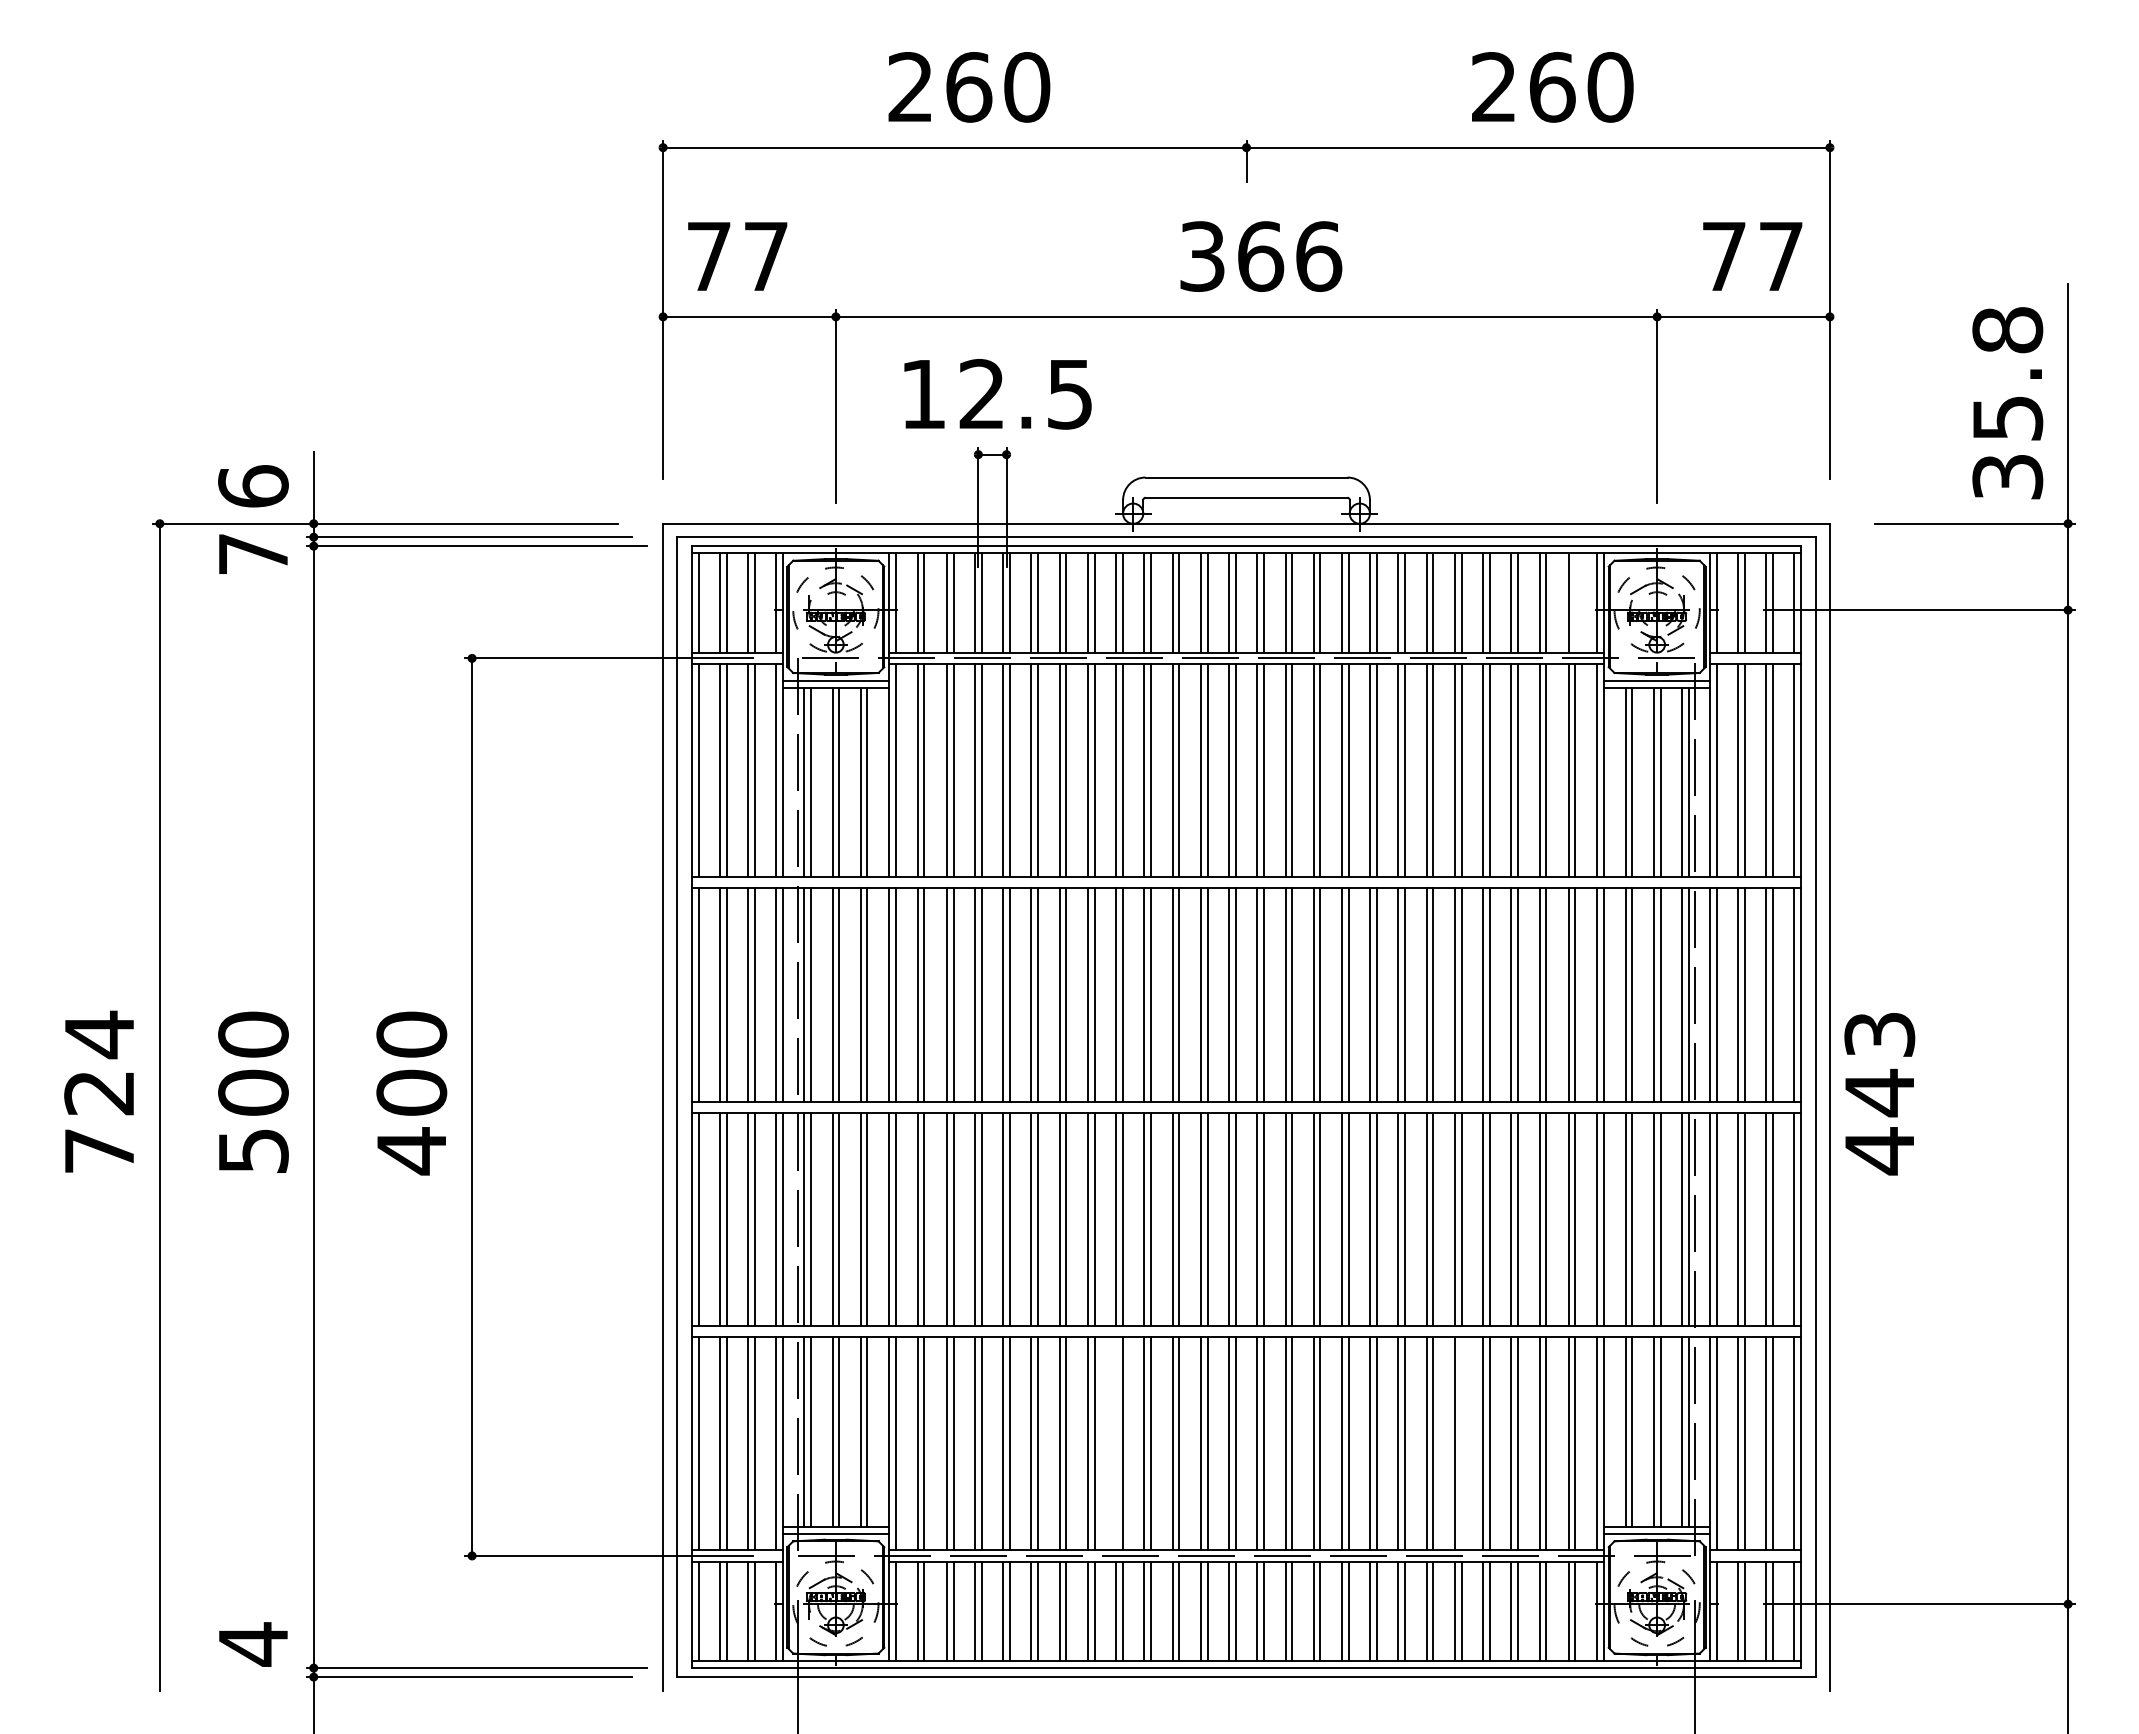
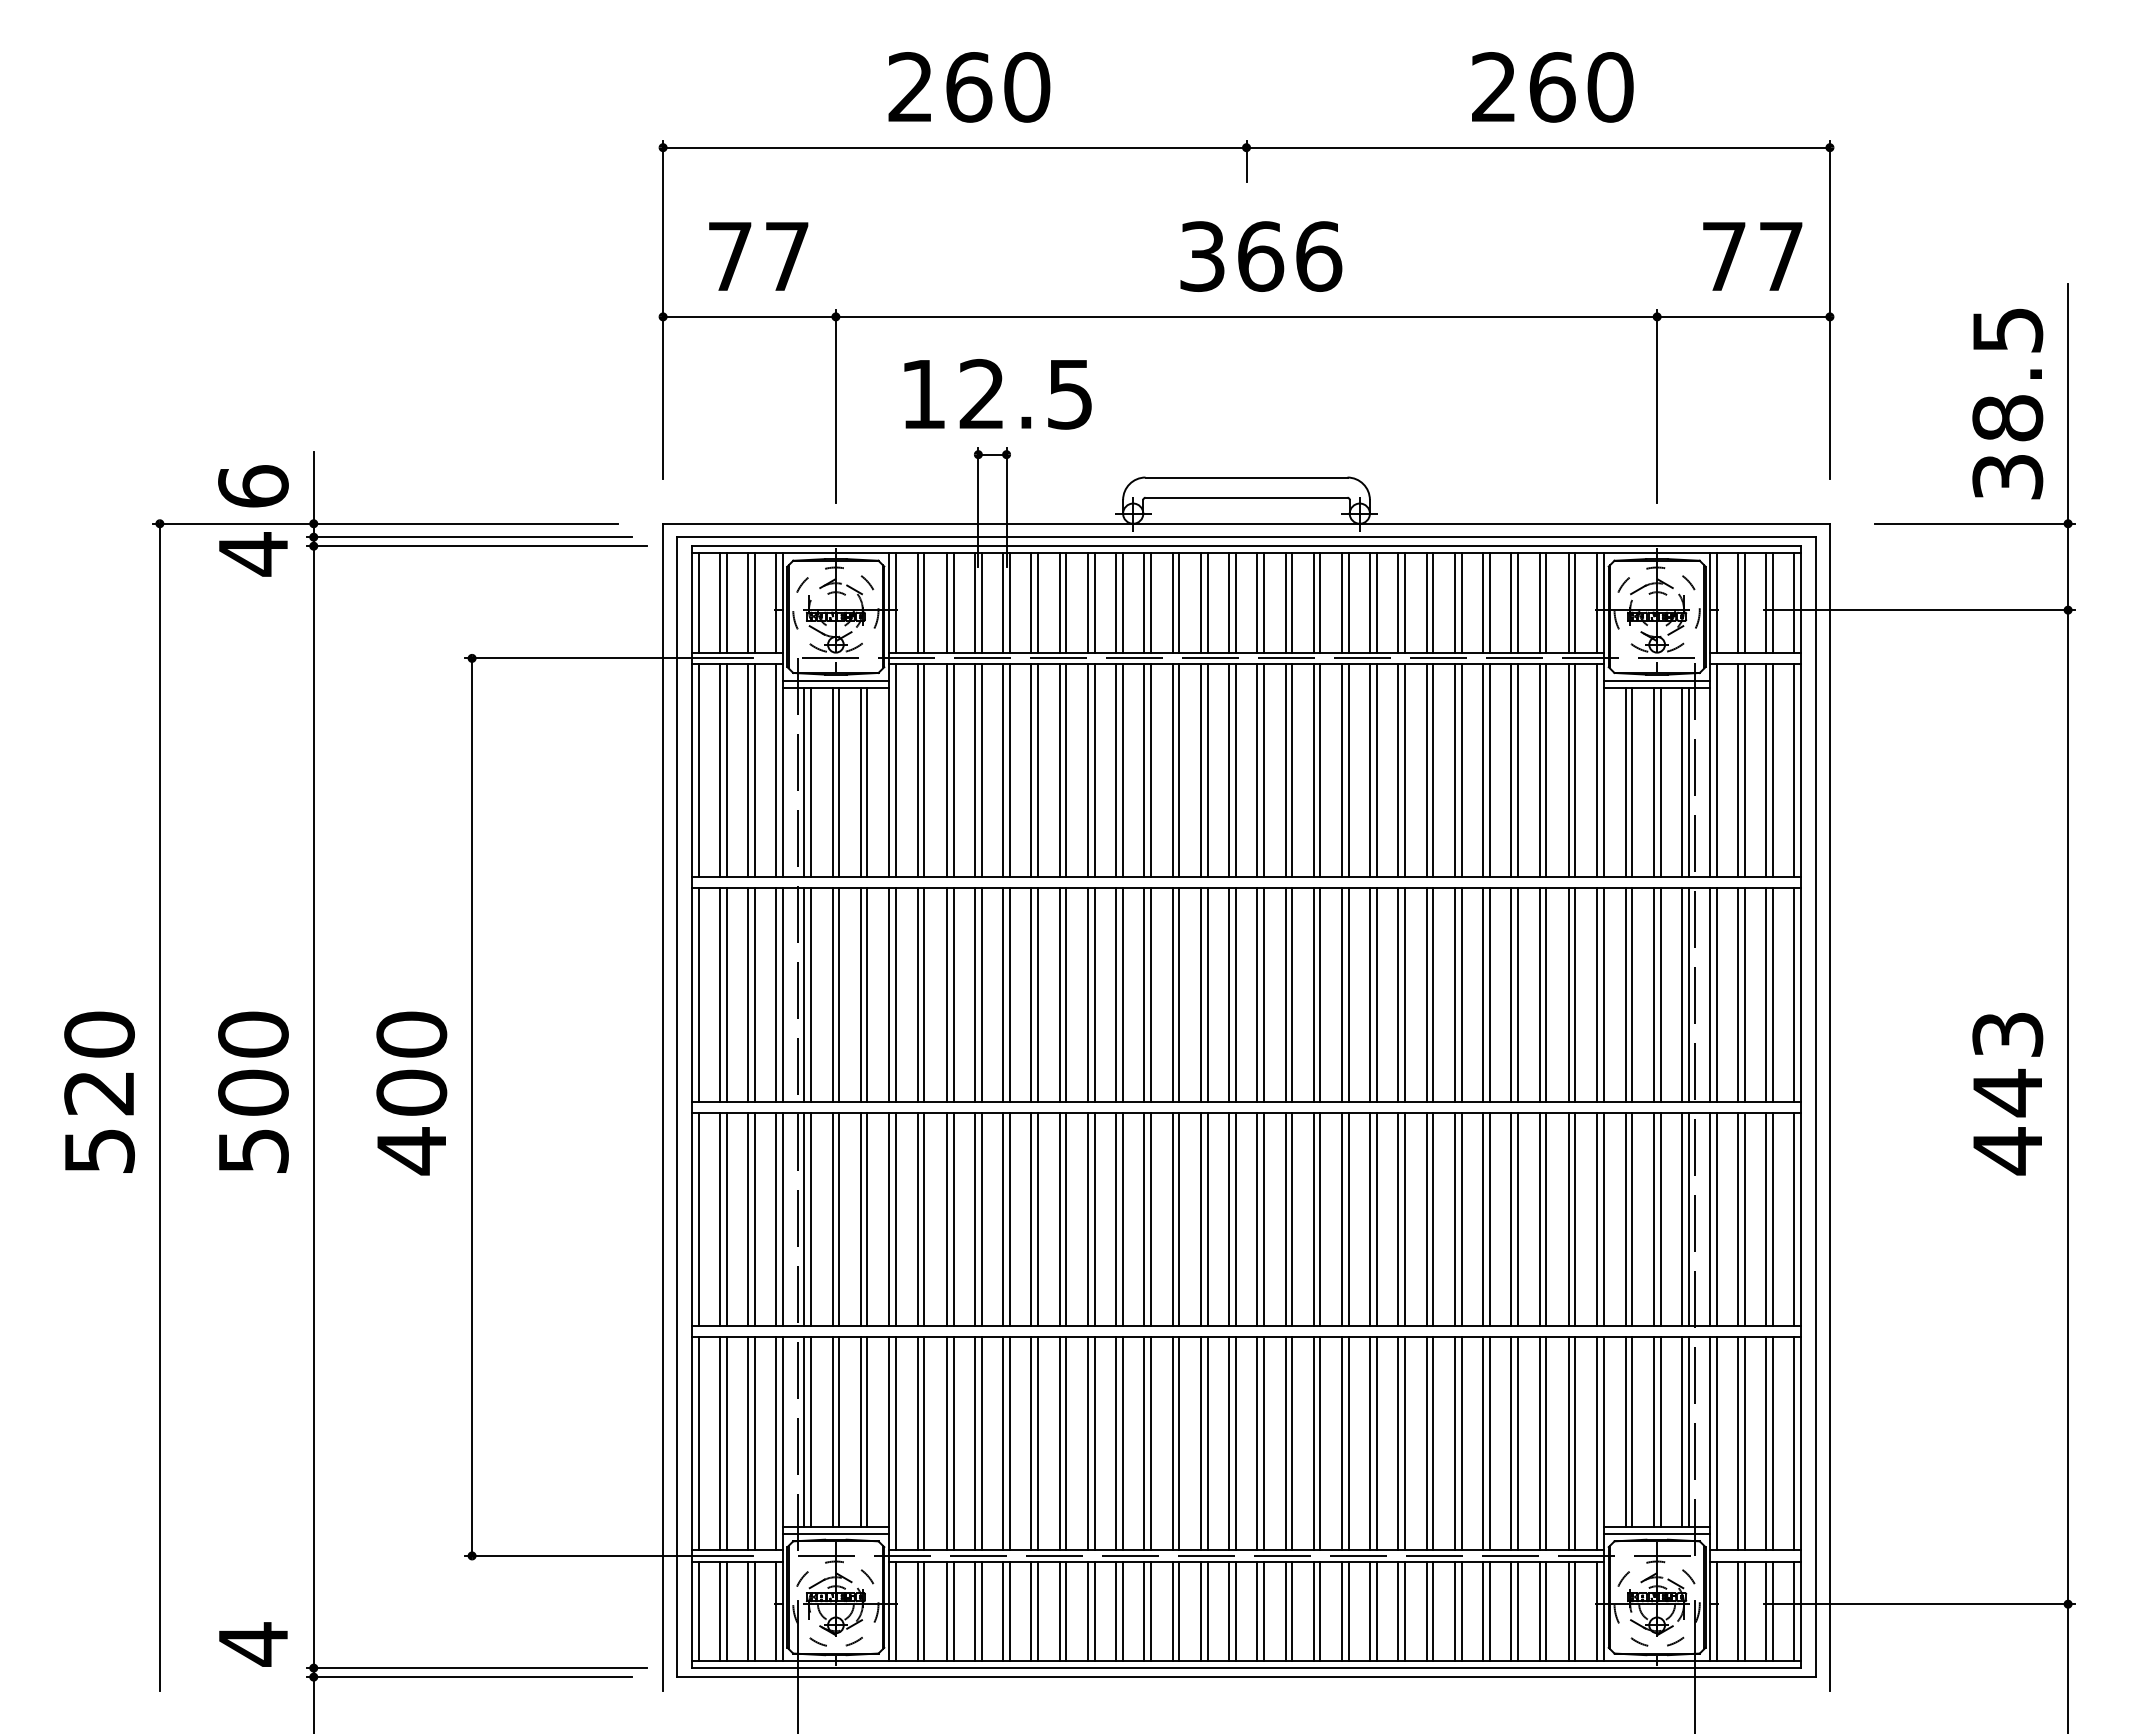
text at (737, 256) position: (737, 256) -> (758, 256)
text at (2007, 374): 35.8 -> 38.5
text at (253, 554): 7 -> 4
line at (1575, 602): none -> present
text at (99, 1091): 724 -> 520
text at (1879, 1094) position: (1879, 1094) -> (2007, 1094)
line at (1116, 1443): none -> present
line at (1461, 1443): none -> present
